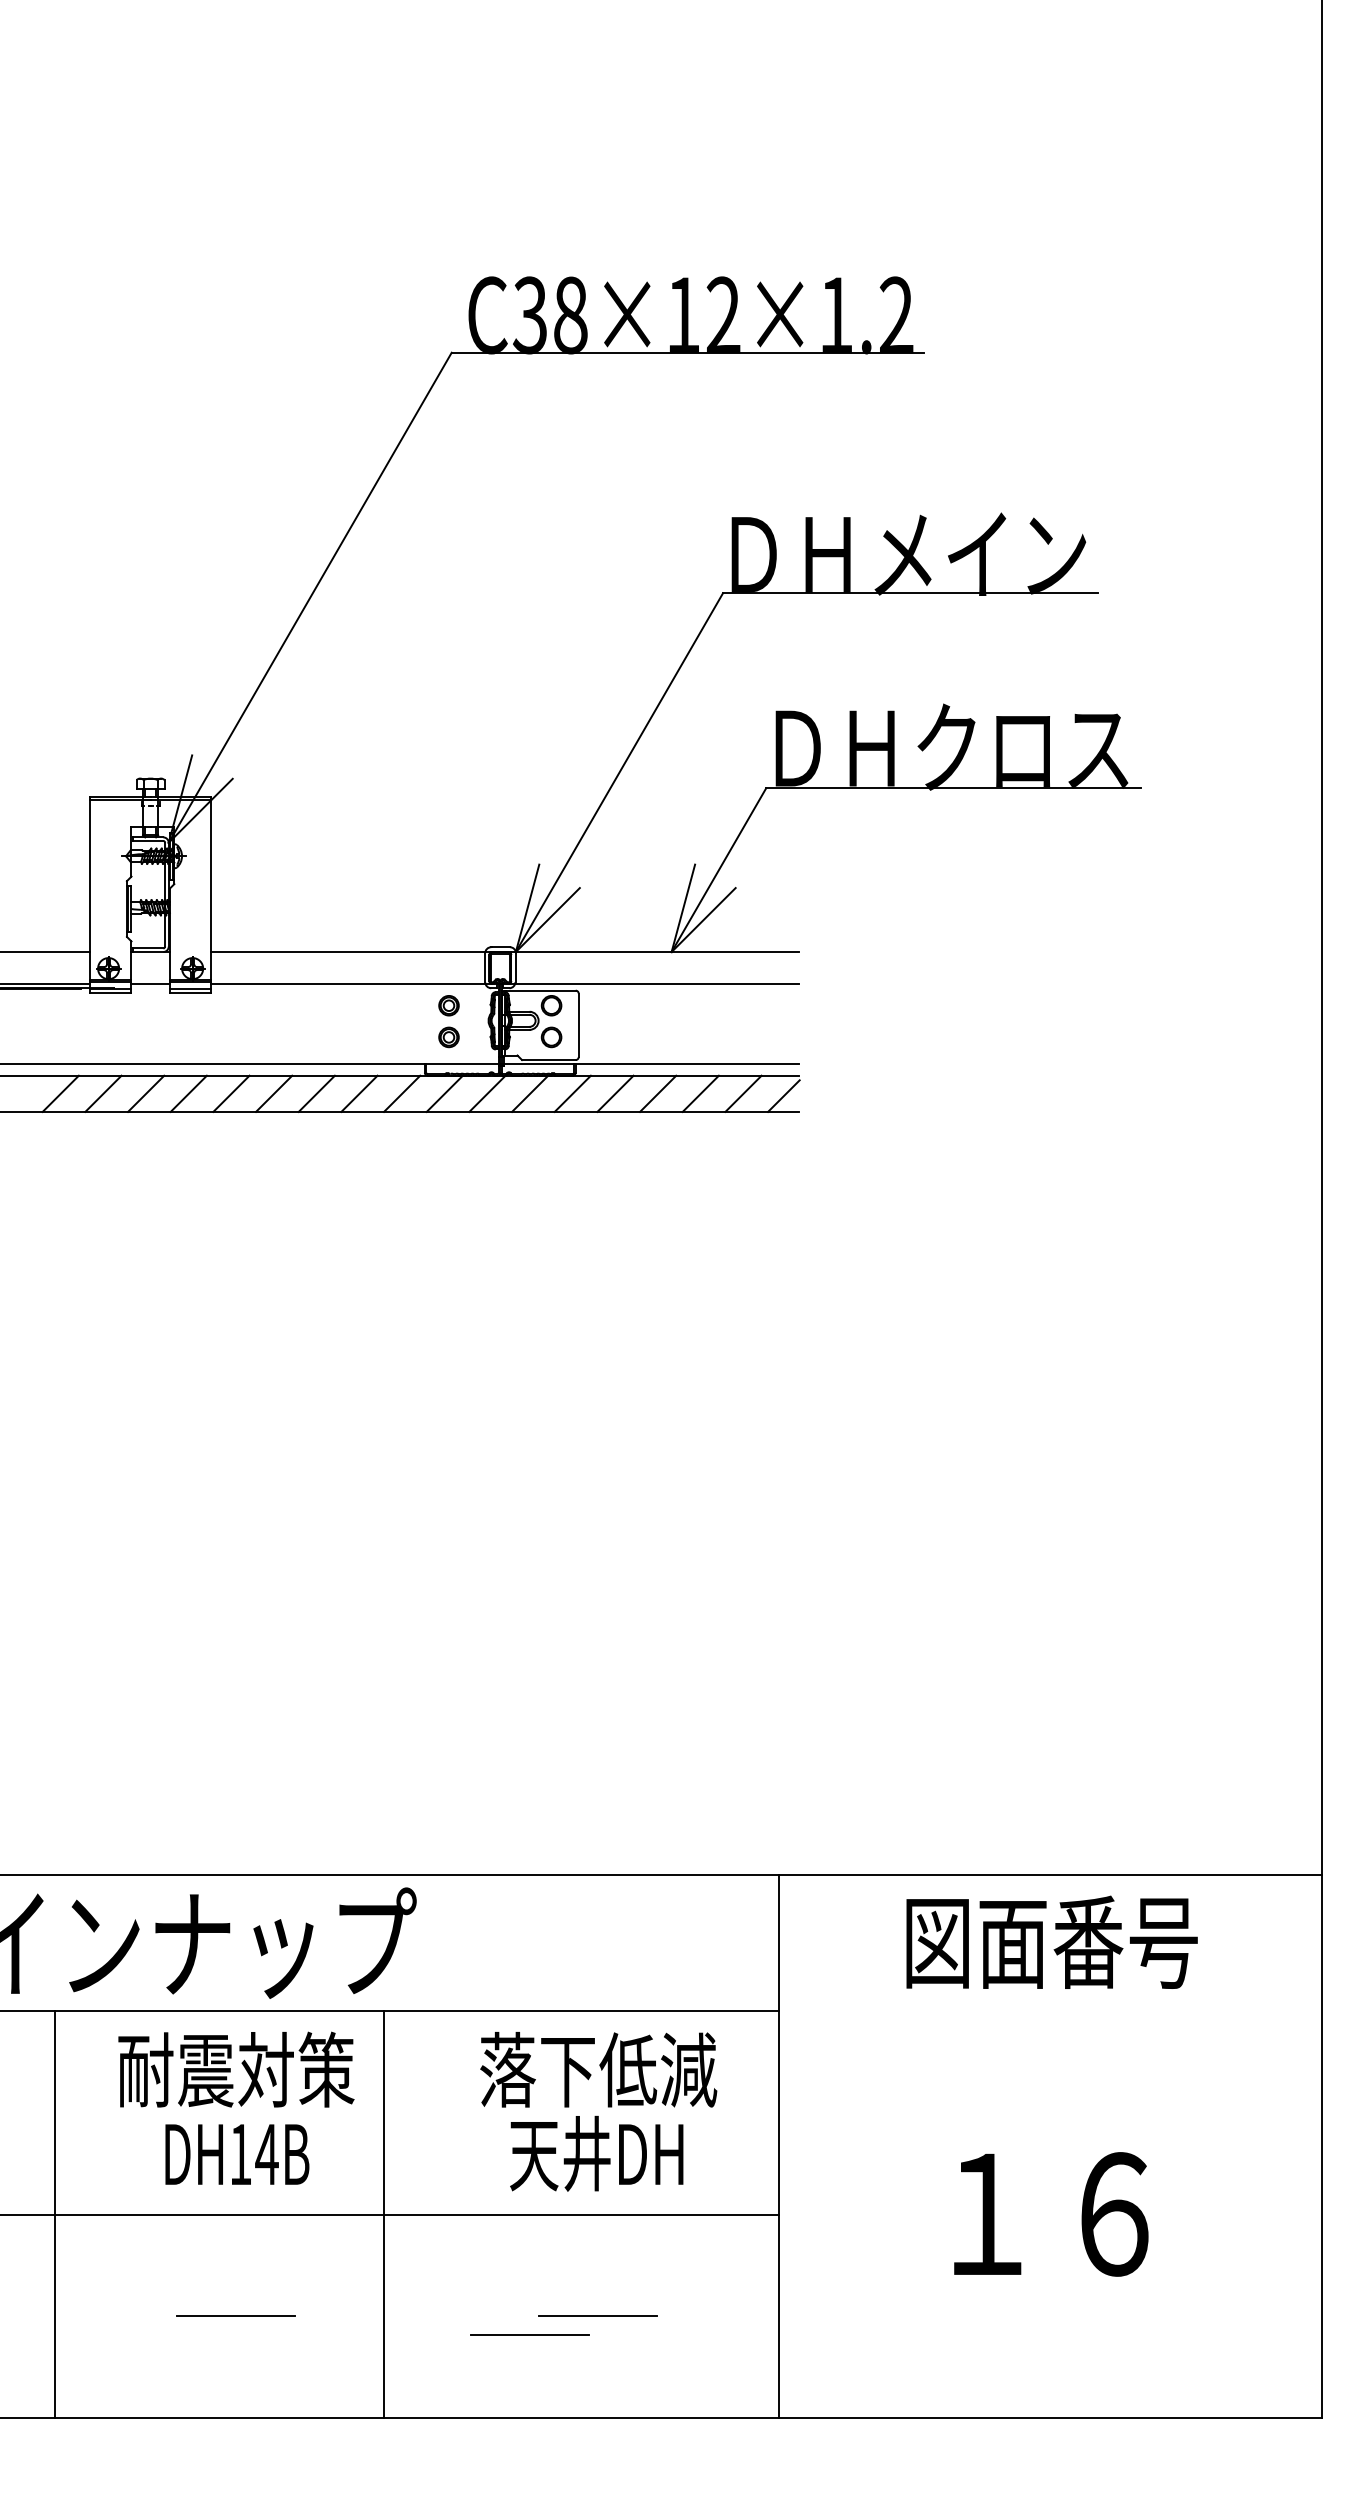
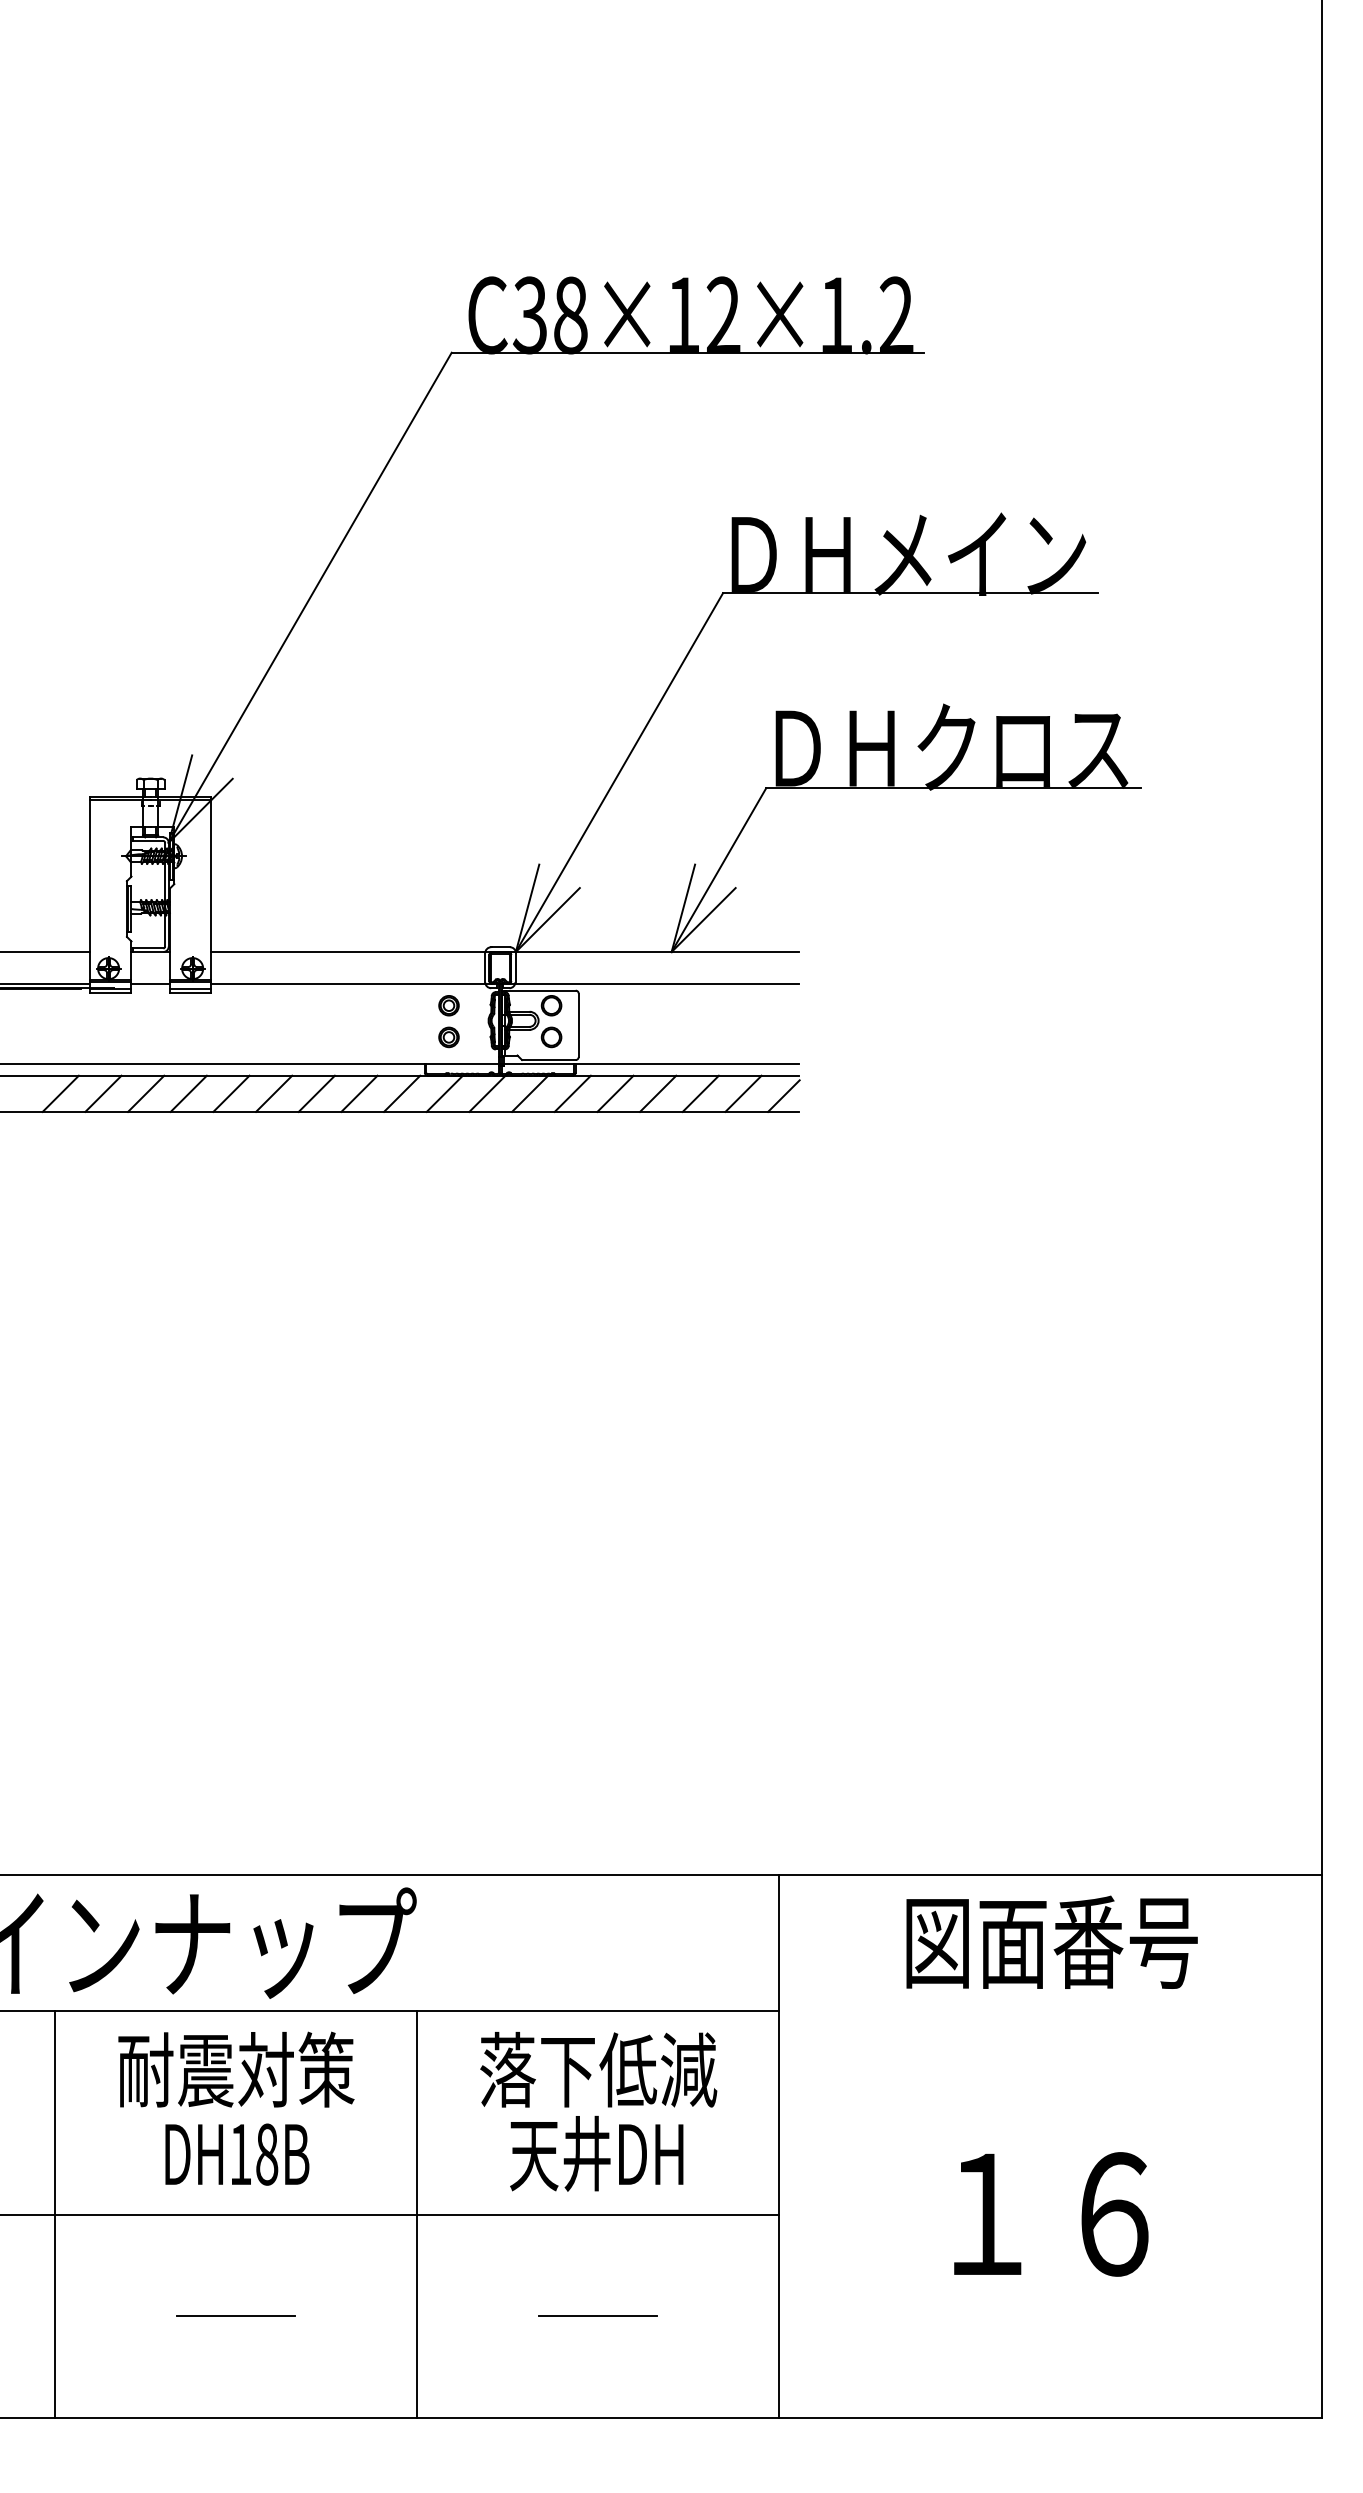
text at (266, 2154): DH14B -> DH18B
line at (384, 2214) position: (384, 2214) -> (417, 2214)
line at (529, 2334): present -> none
